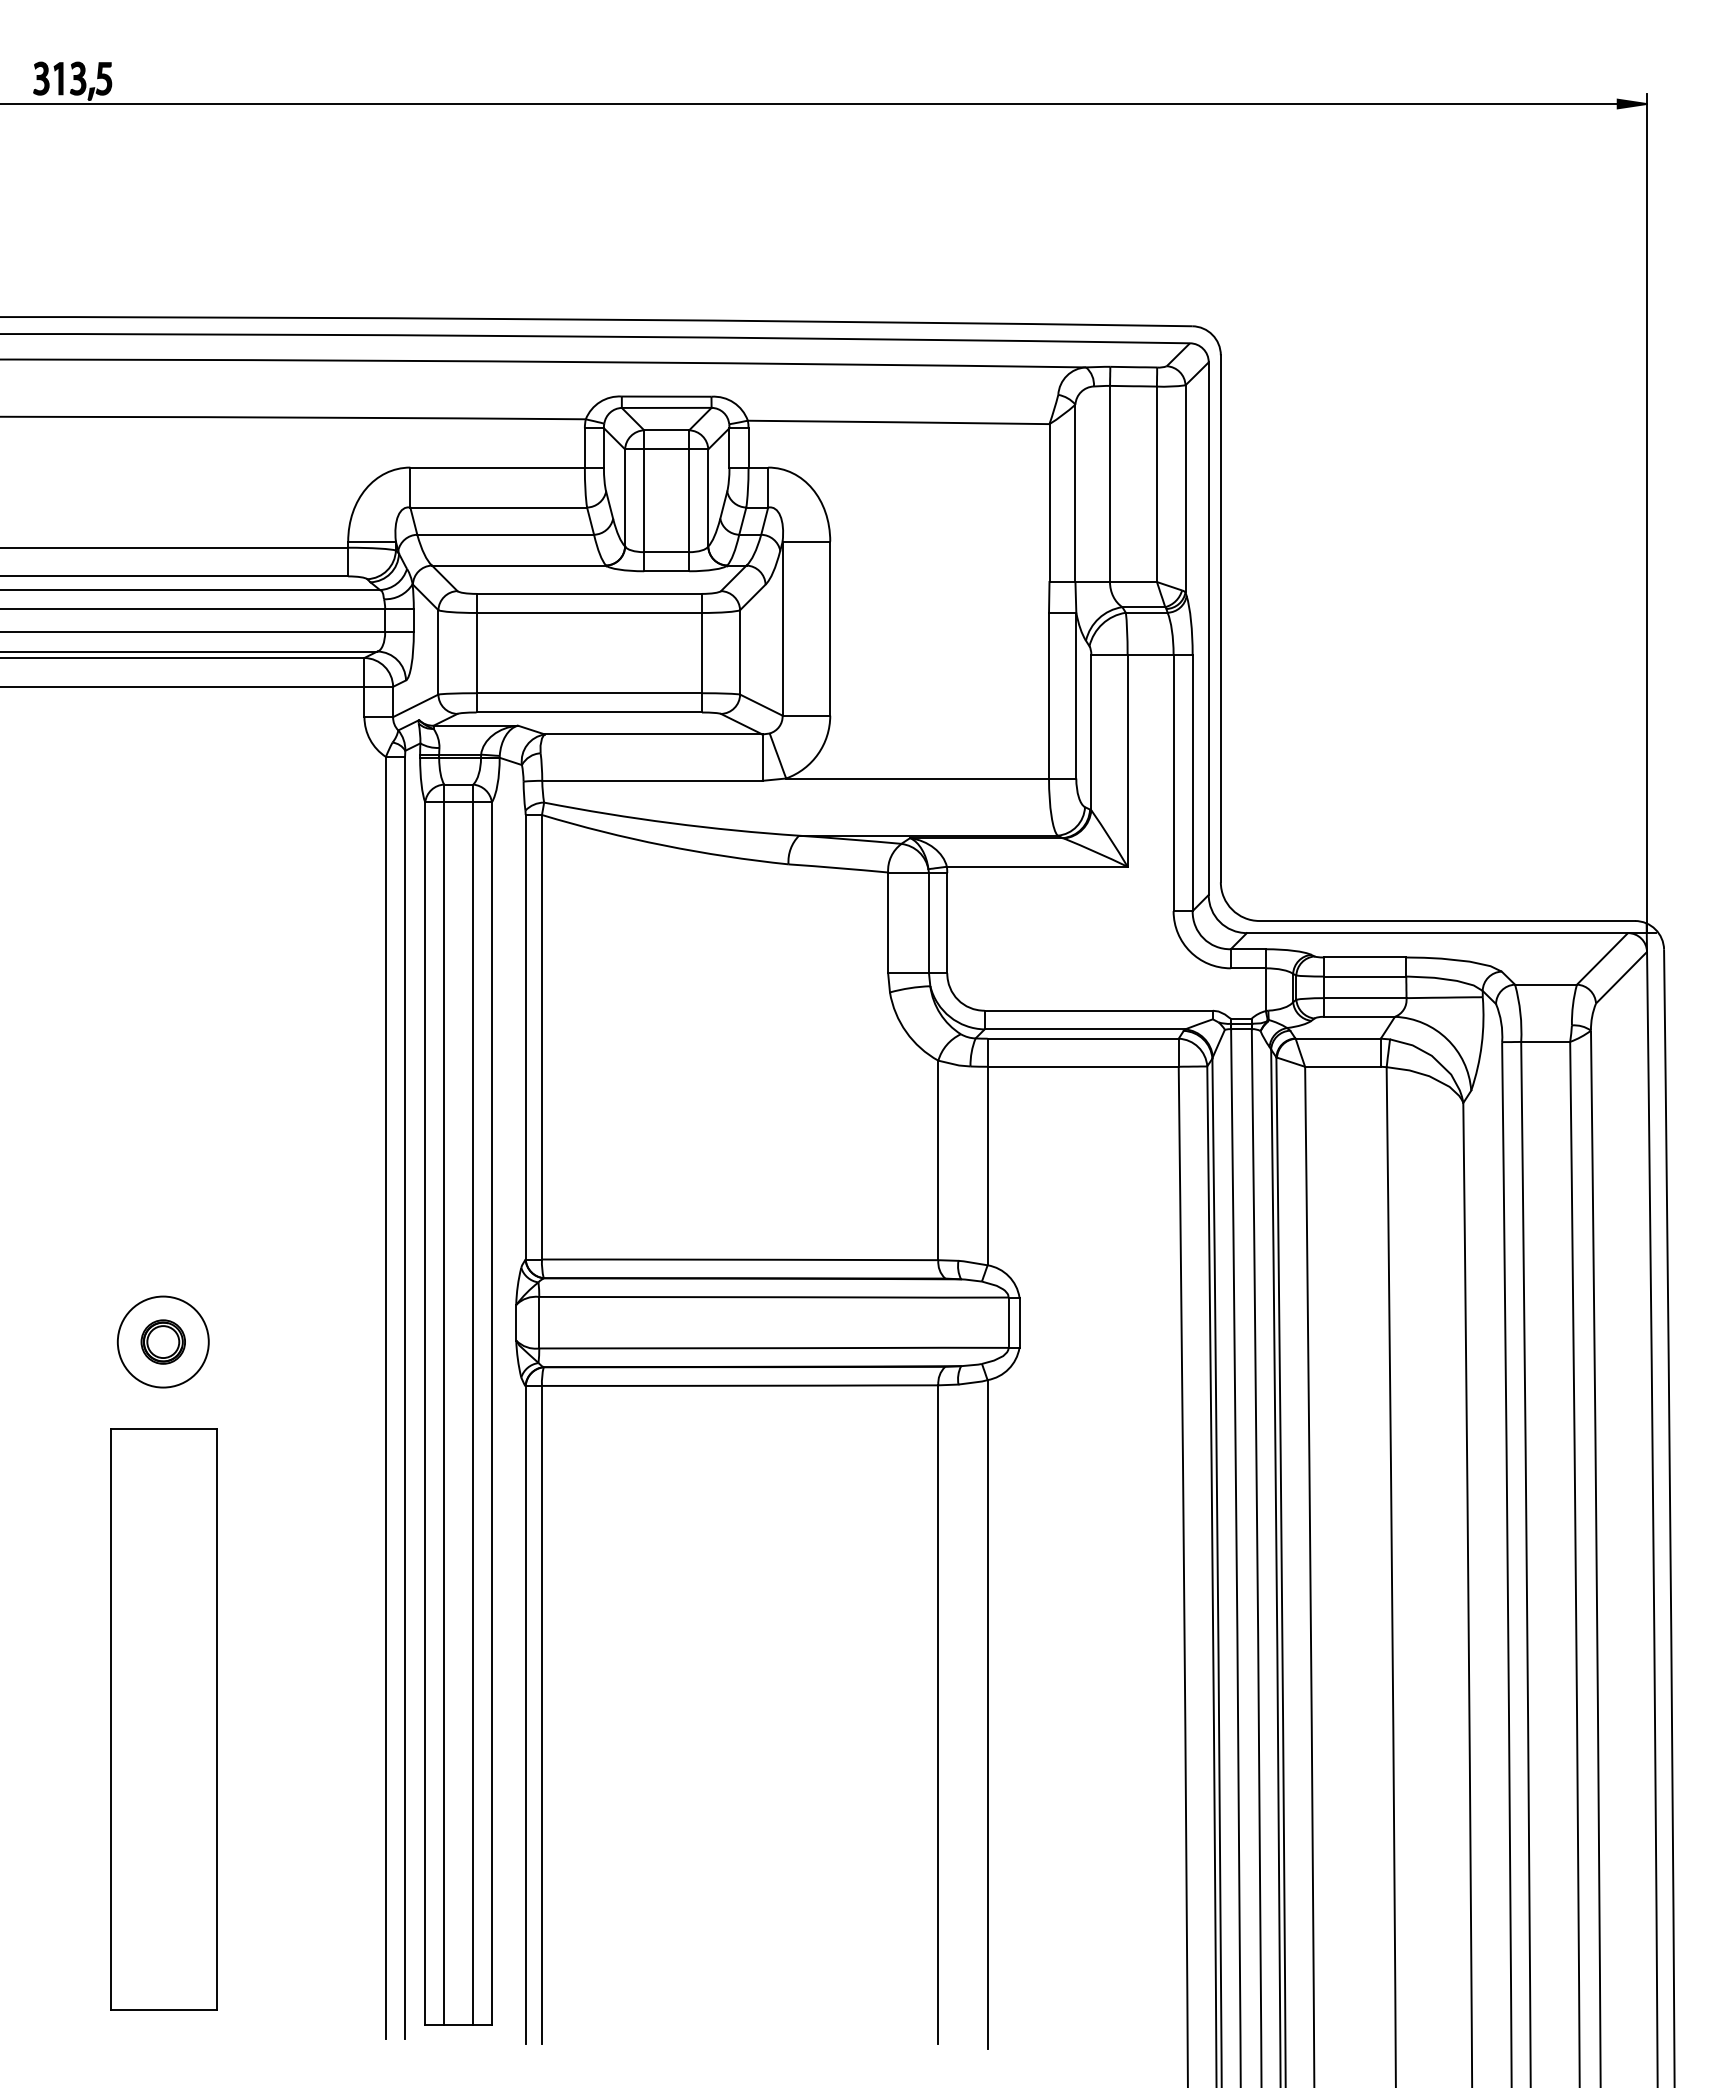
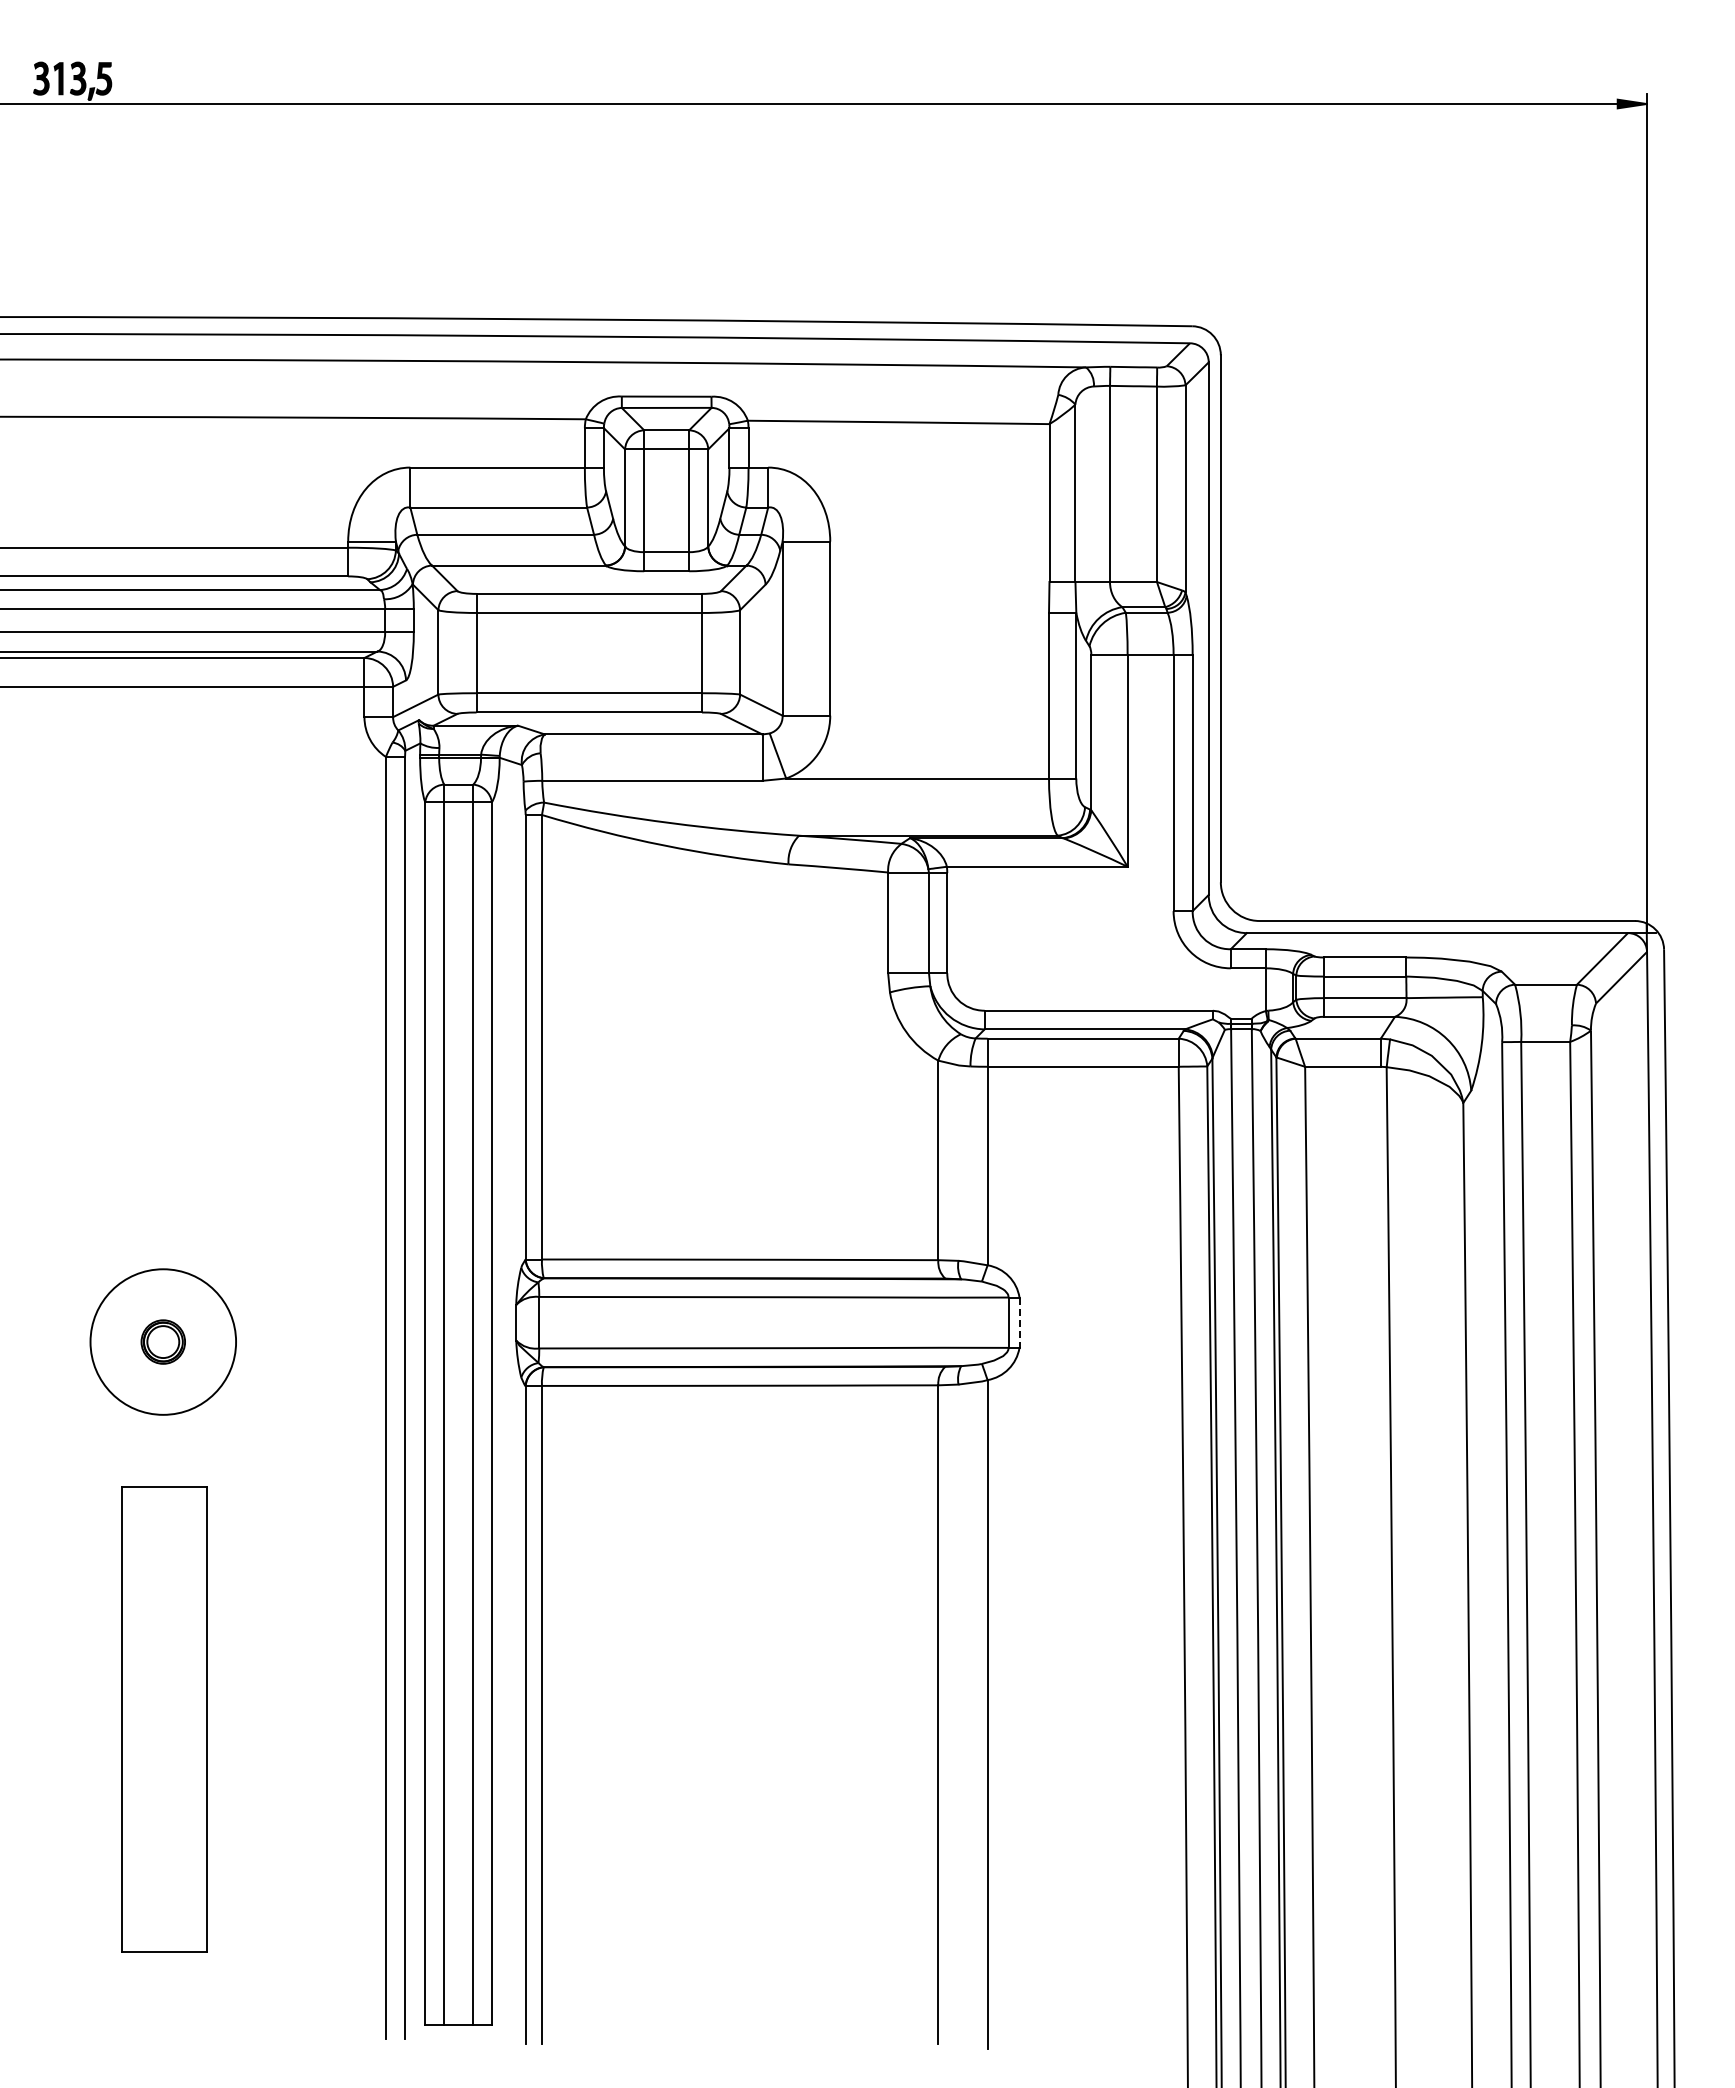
line at (1019, 1323): solid -> dashed
circle at (162, 1341) diameter: 91 px -> 146 px
part at (163, 1719) size: 108x583 px -> 87x467 px
